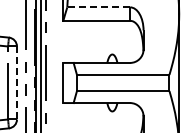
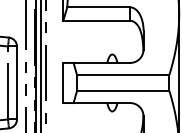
line at (98, 7): dashed -> solid
line at (17, 82): dashed -> solid
